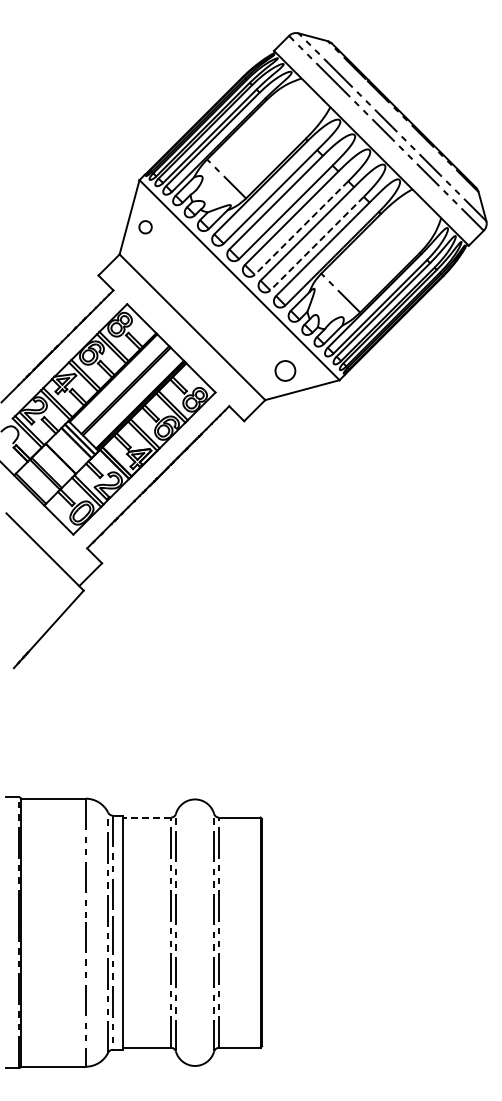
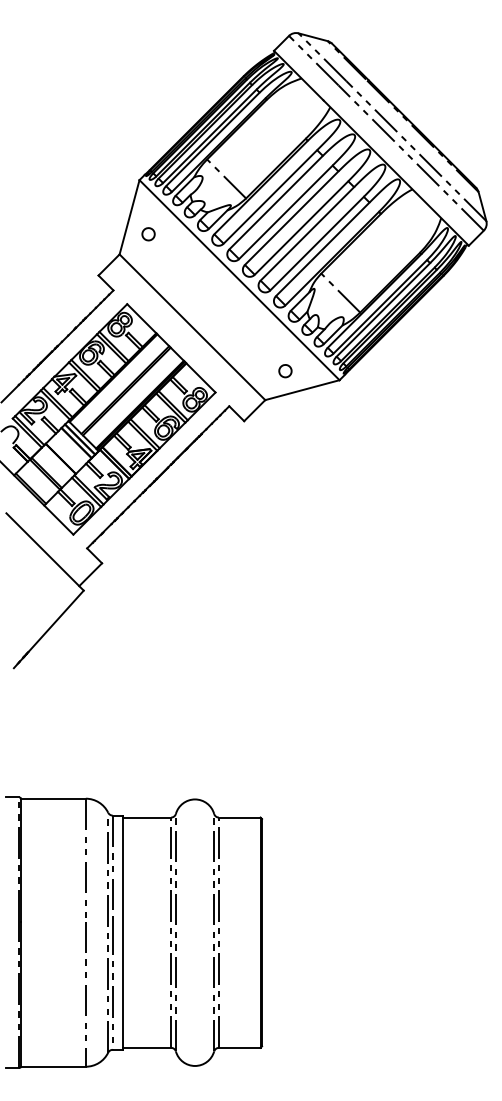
part at (145, 227) position: (145, 227) -> (148, 234)
line at (301, 228): dashed -> solid
line at (316, 243): dashed -> solid
part at (285, 370) size: 23x22 px -> 15x15 px
line at (146, 817): dashed -> solid
